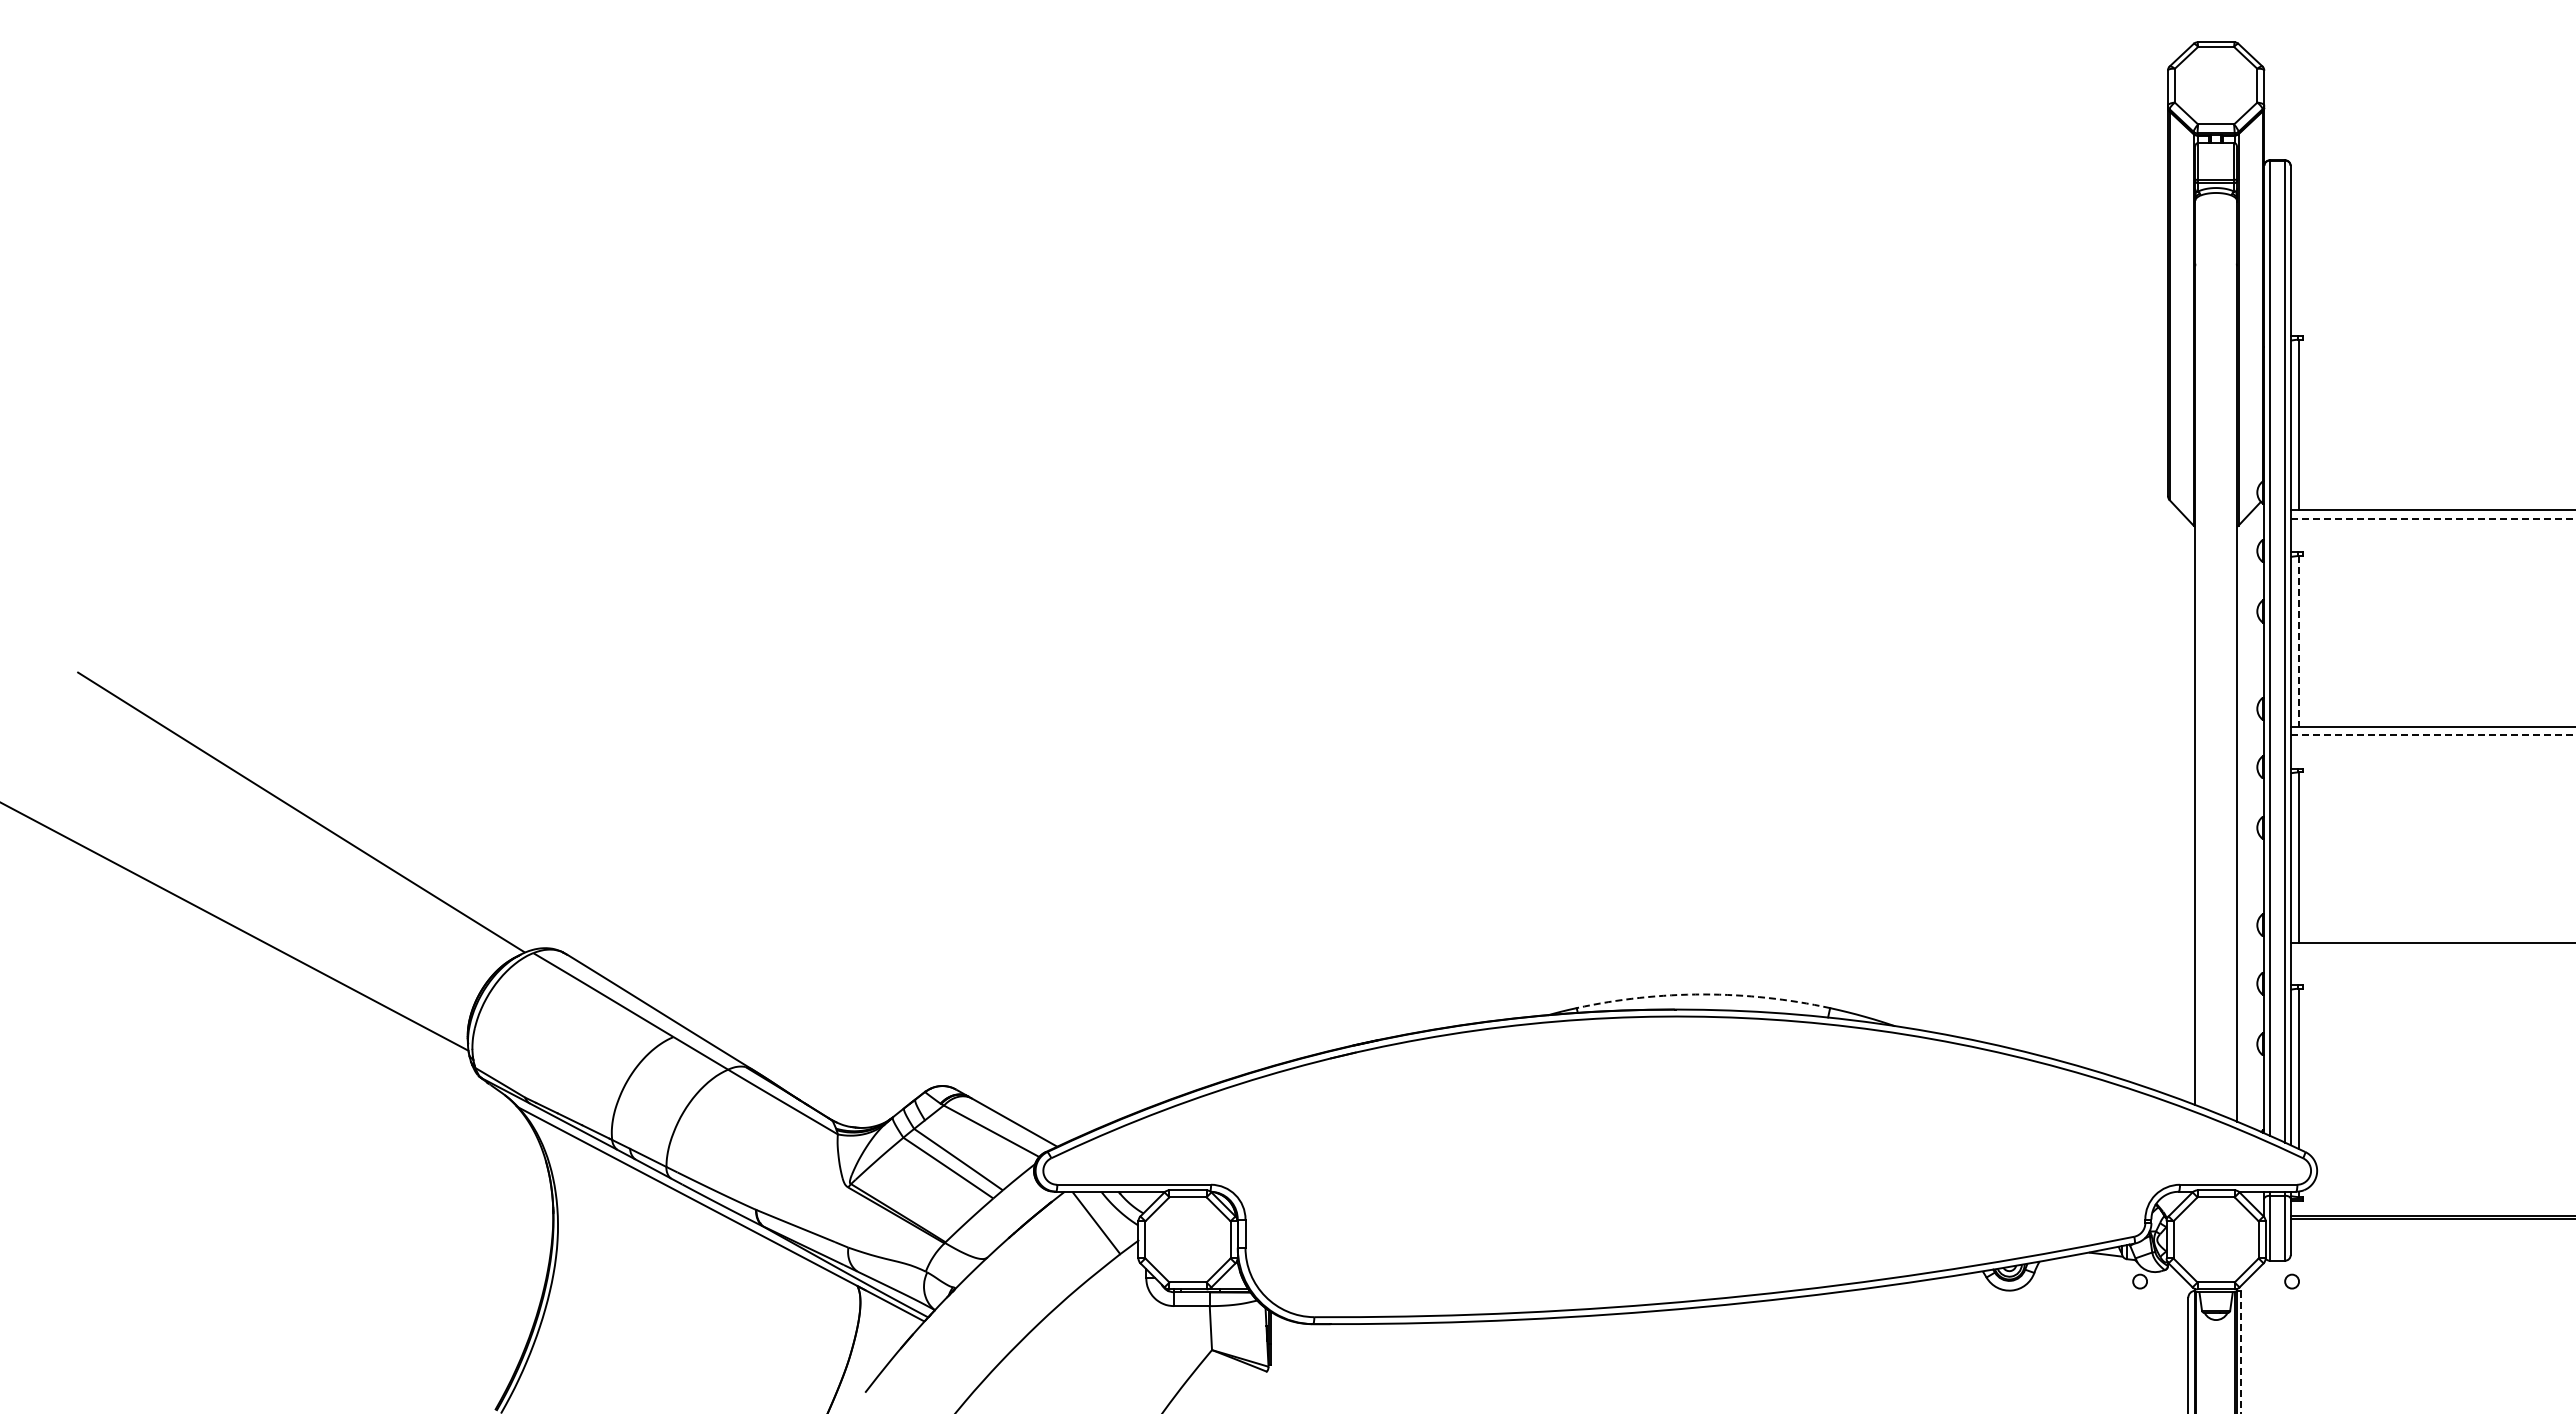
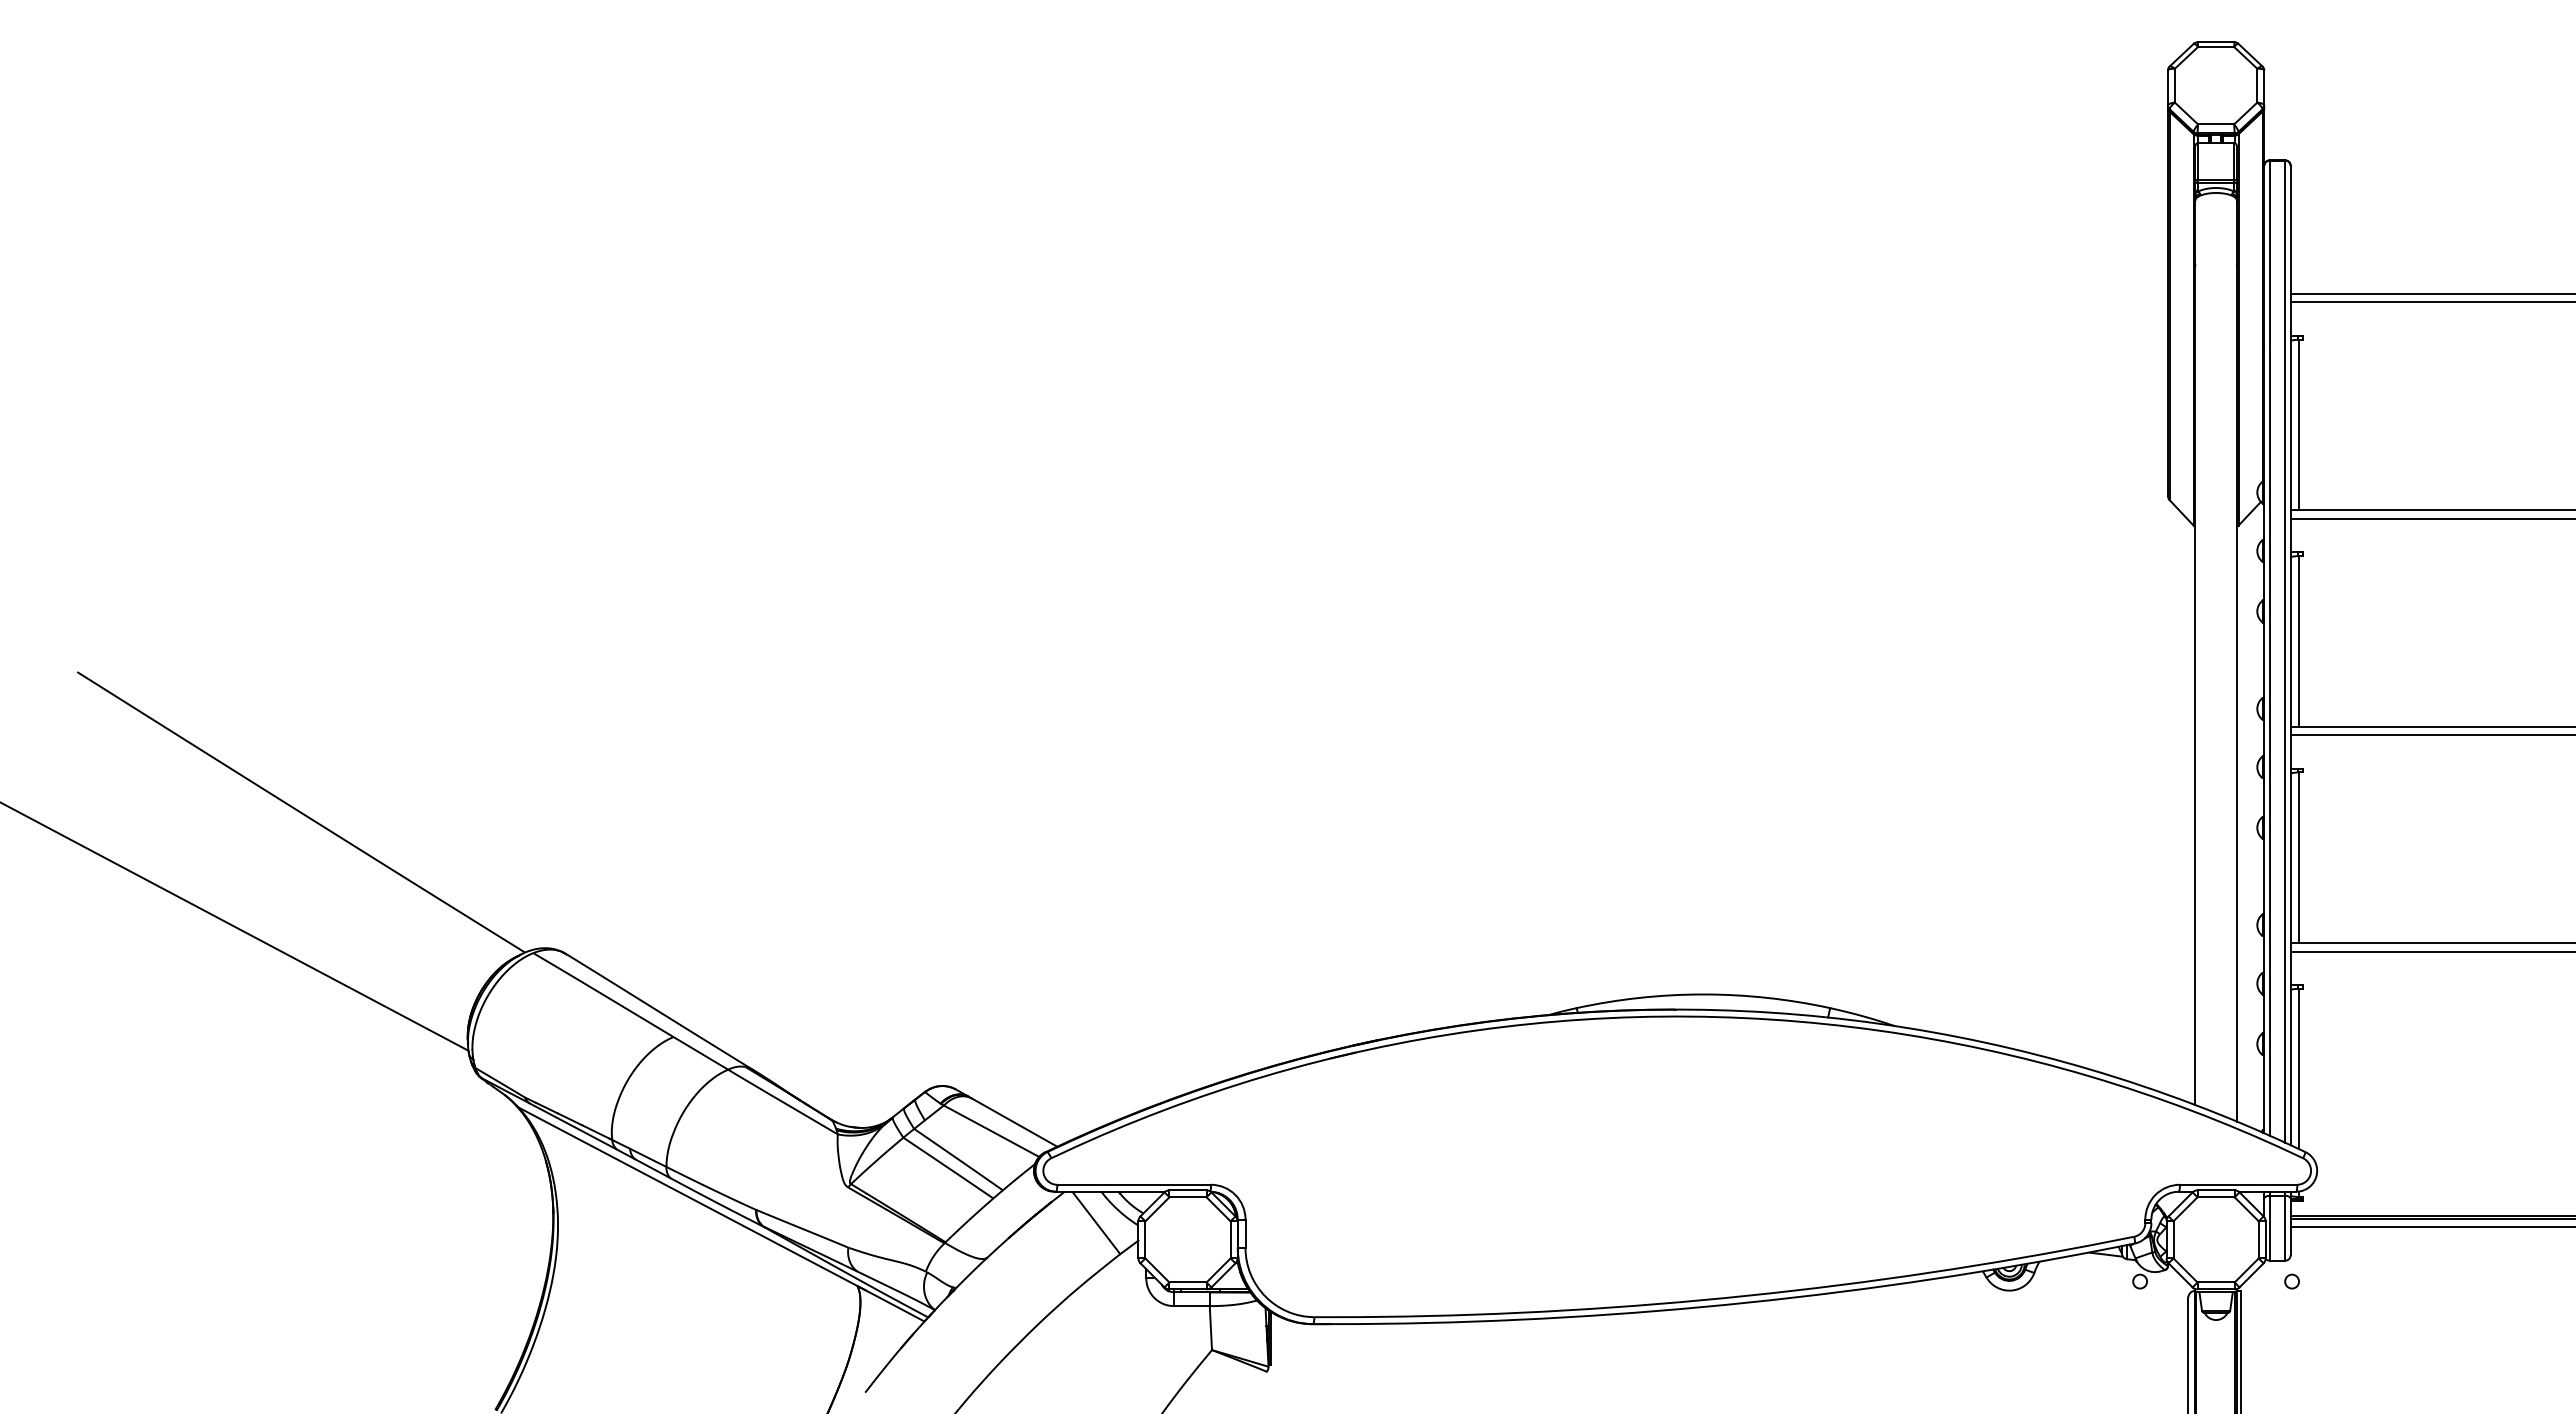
line at (2431, 294): none -> present
line at (2431, 302): none -> present
line at (2433, 518): dashed -> solid
line at (2299, 641): dashed -> solid
line at (2433, 735): dashed -> solid
line at (2431, 951): none -> present
arc at (1703, 994): dashed -> solid
line at (2431, 1227): none -> present
line at (2241, 1352): dashed -> solid
